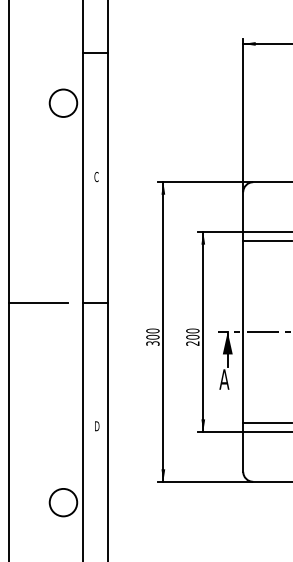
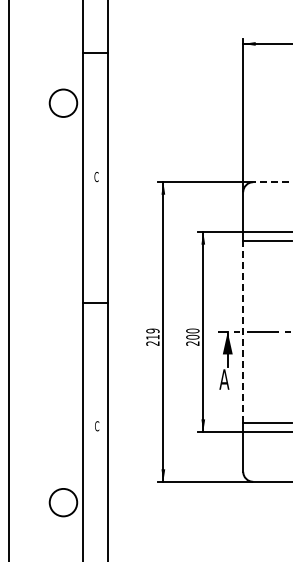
line at (273, 182): solid -> dashed
line at (38, 302): present -> none
line at (243, 331): solid -> dashed
text at (152, 336): 300 -> 219
text at (97, 426): D -> C
